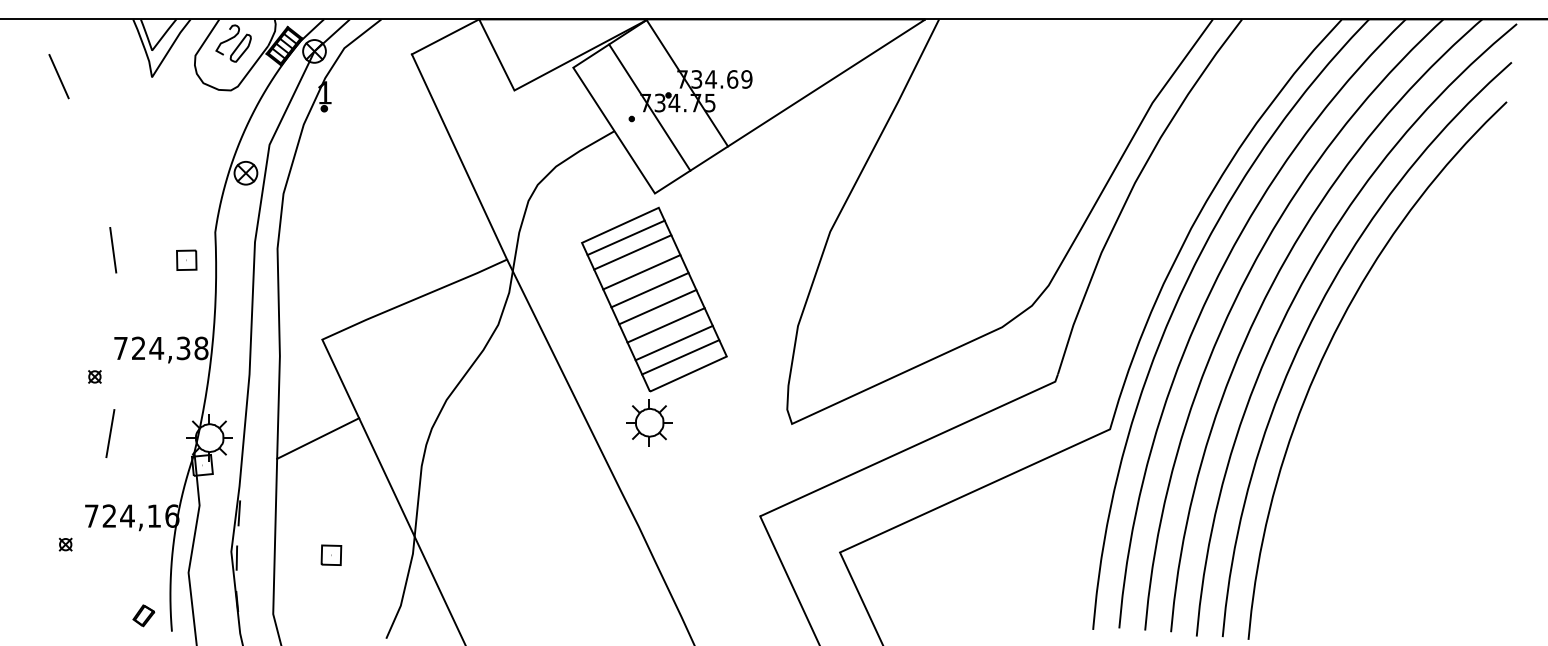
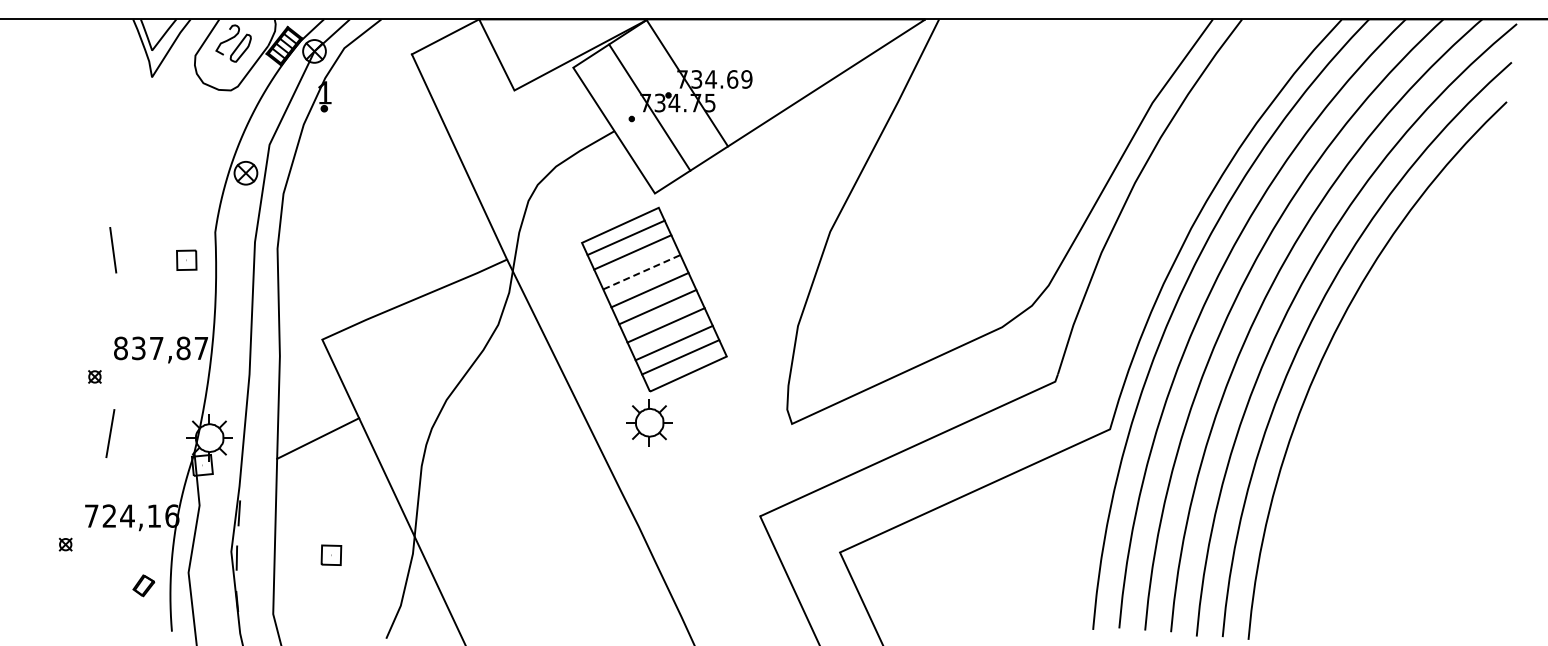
line at (58, 76): present -> none
line at (642, 272): solid -> dashed
text at (161, 348): 724,38 -> 837,87
part at (143, 615) position: (143, 615) -> (143, 585)
